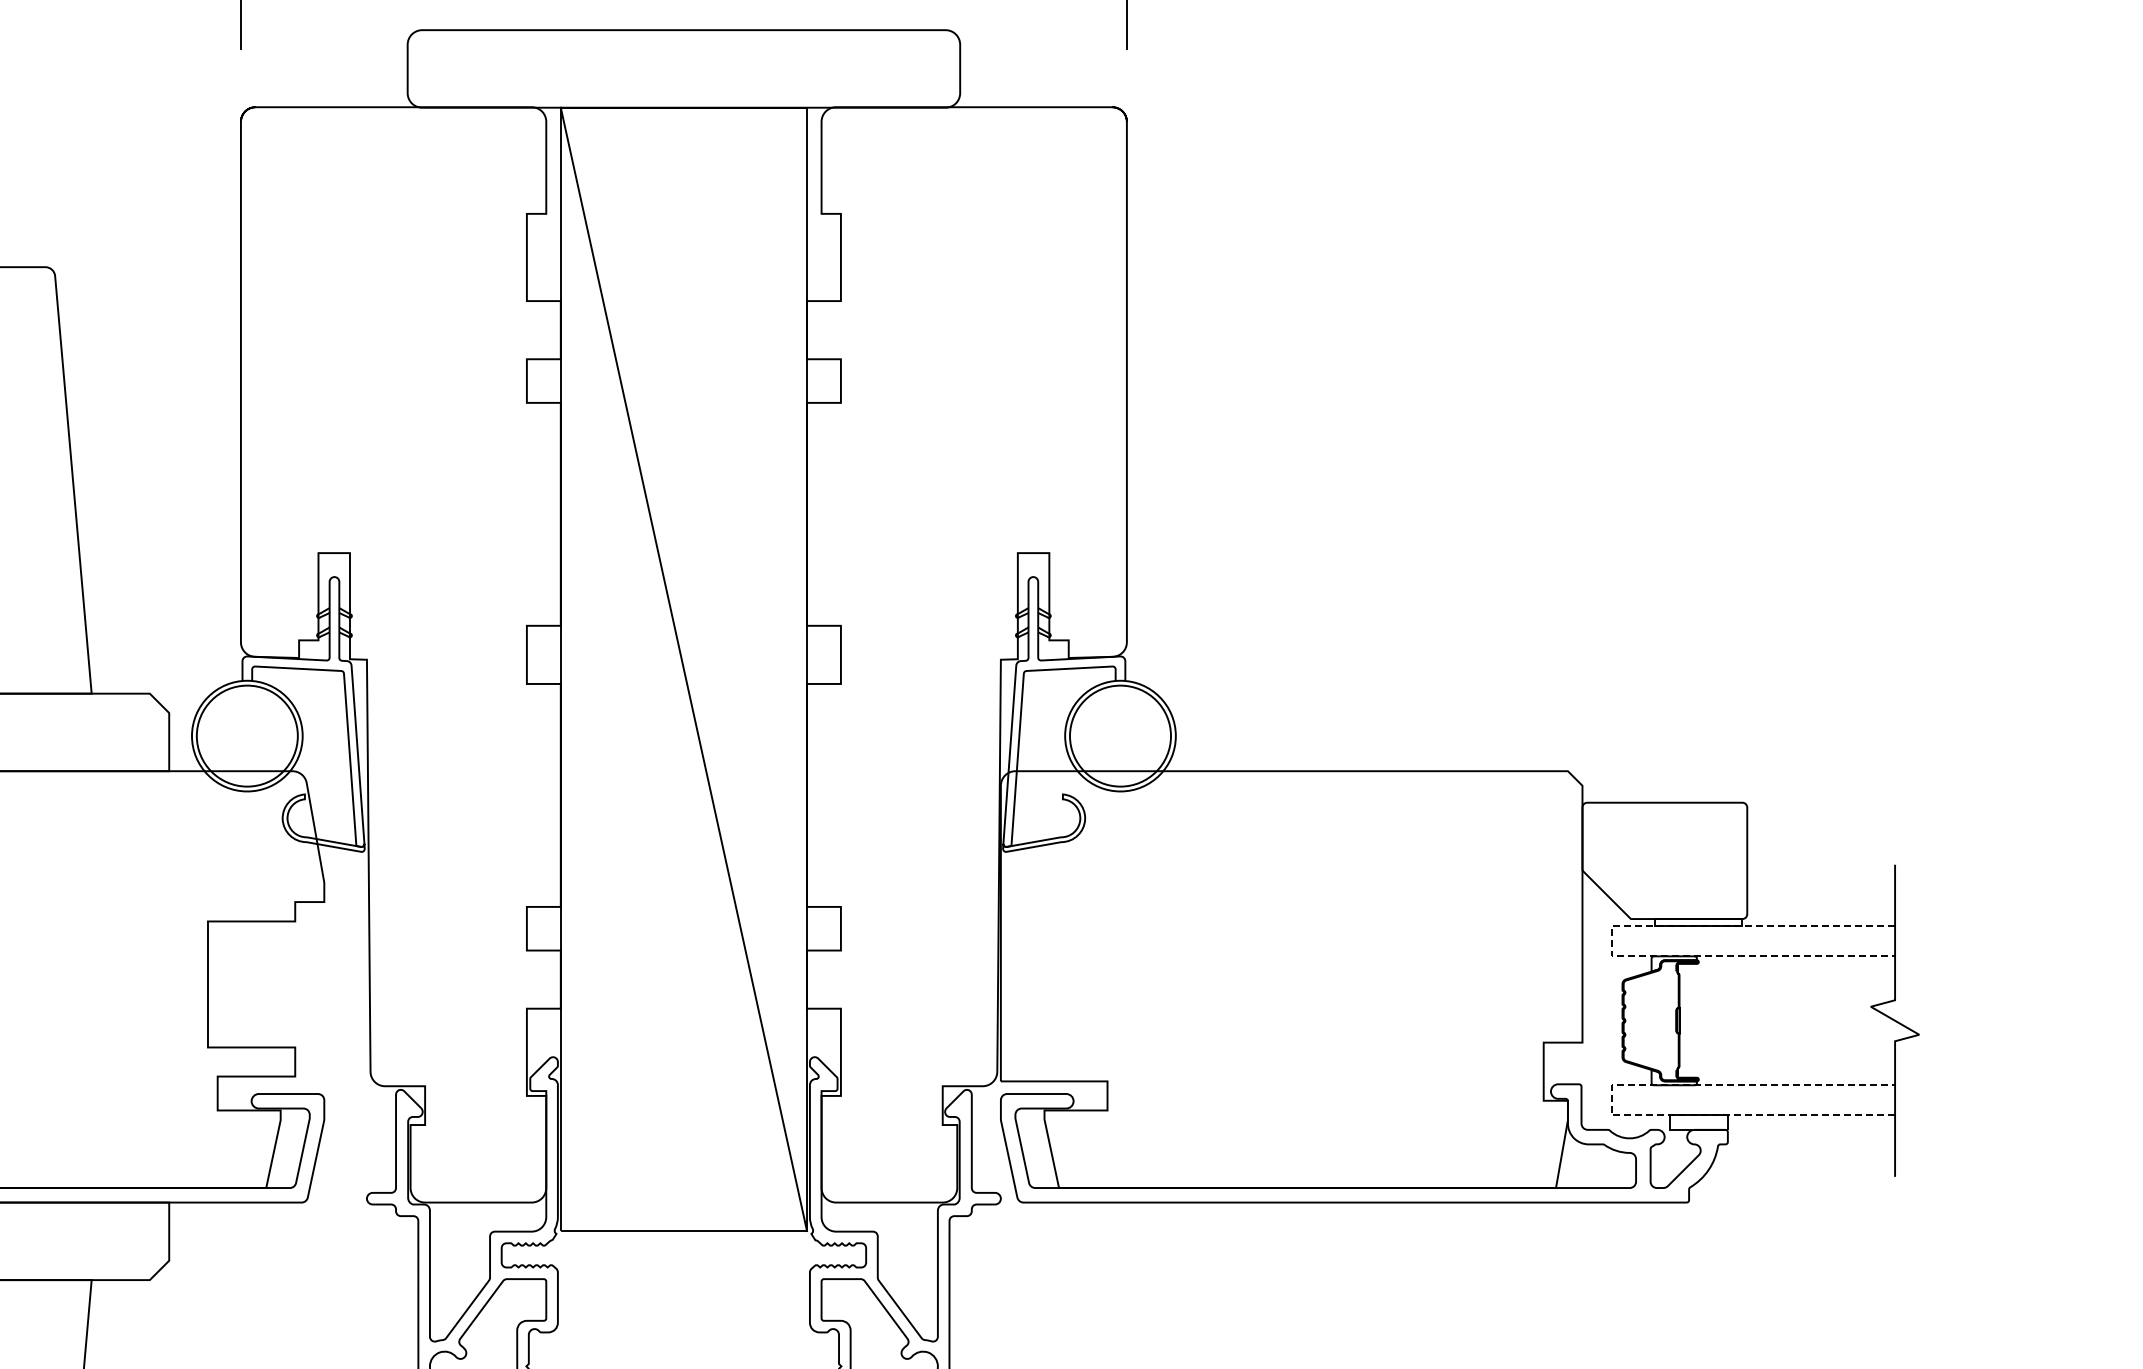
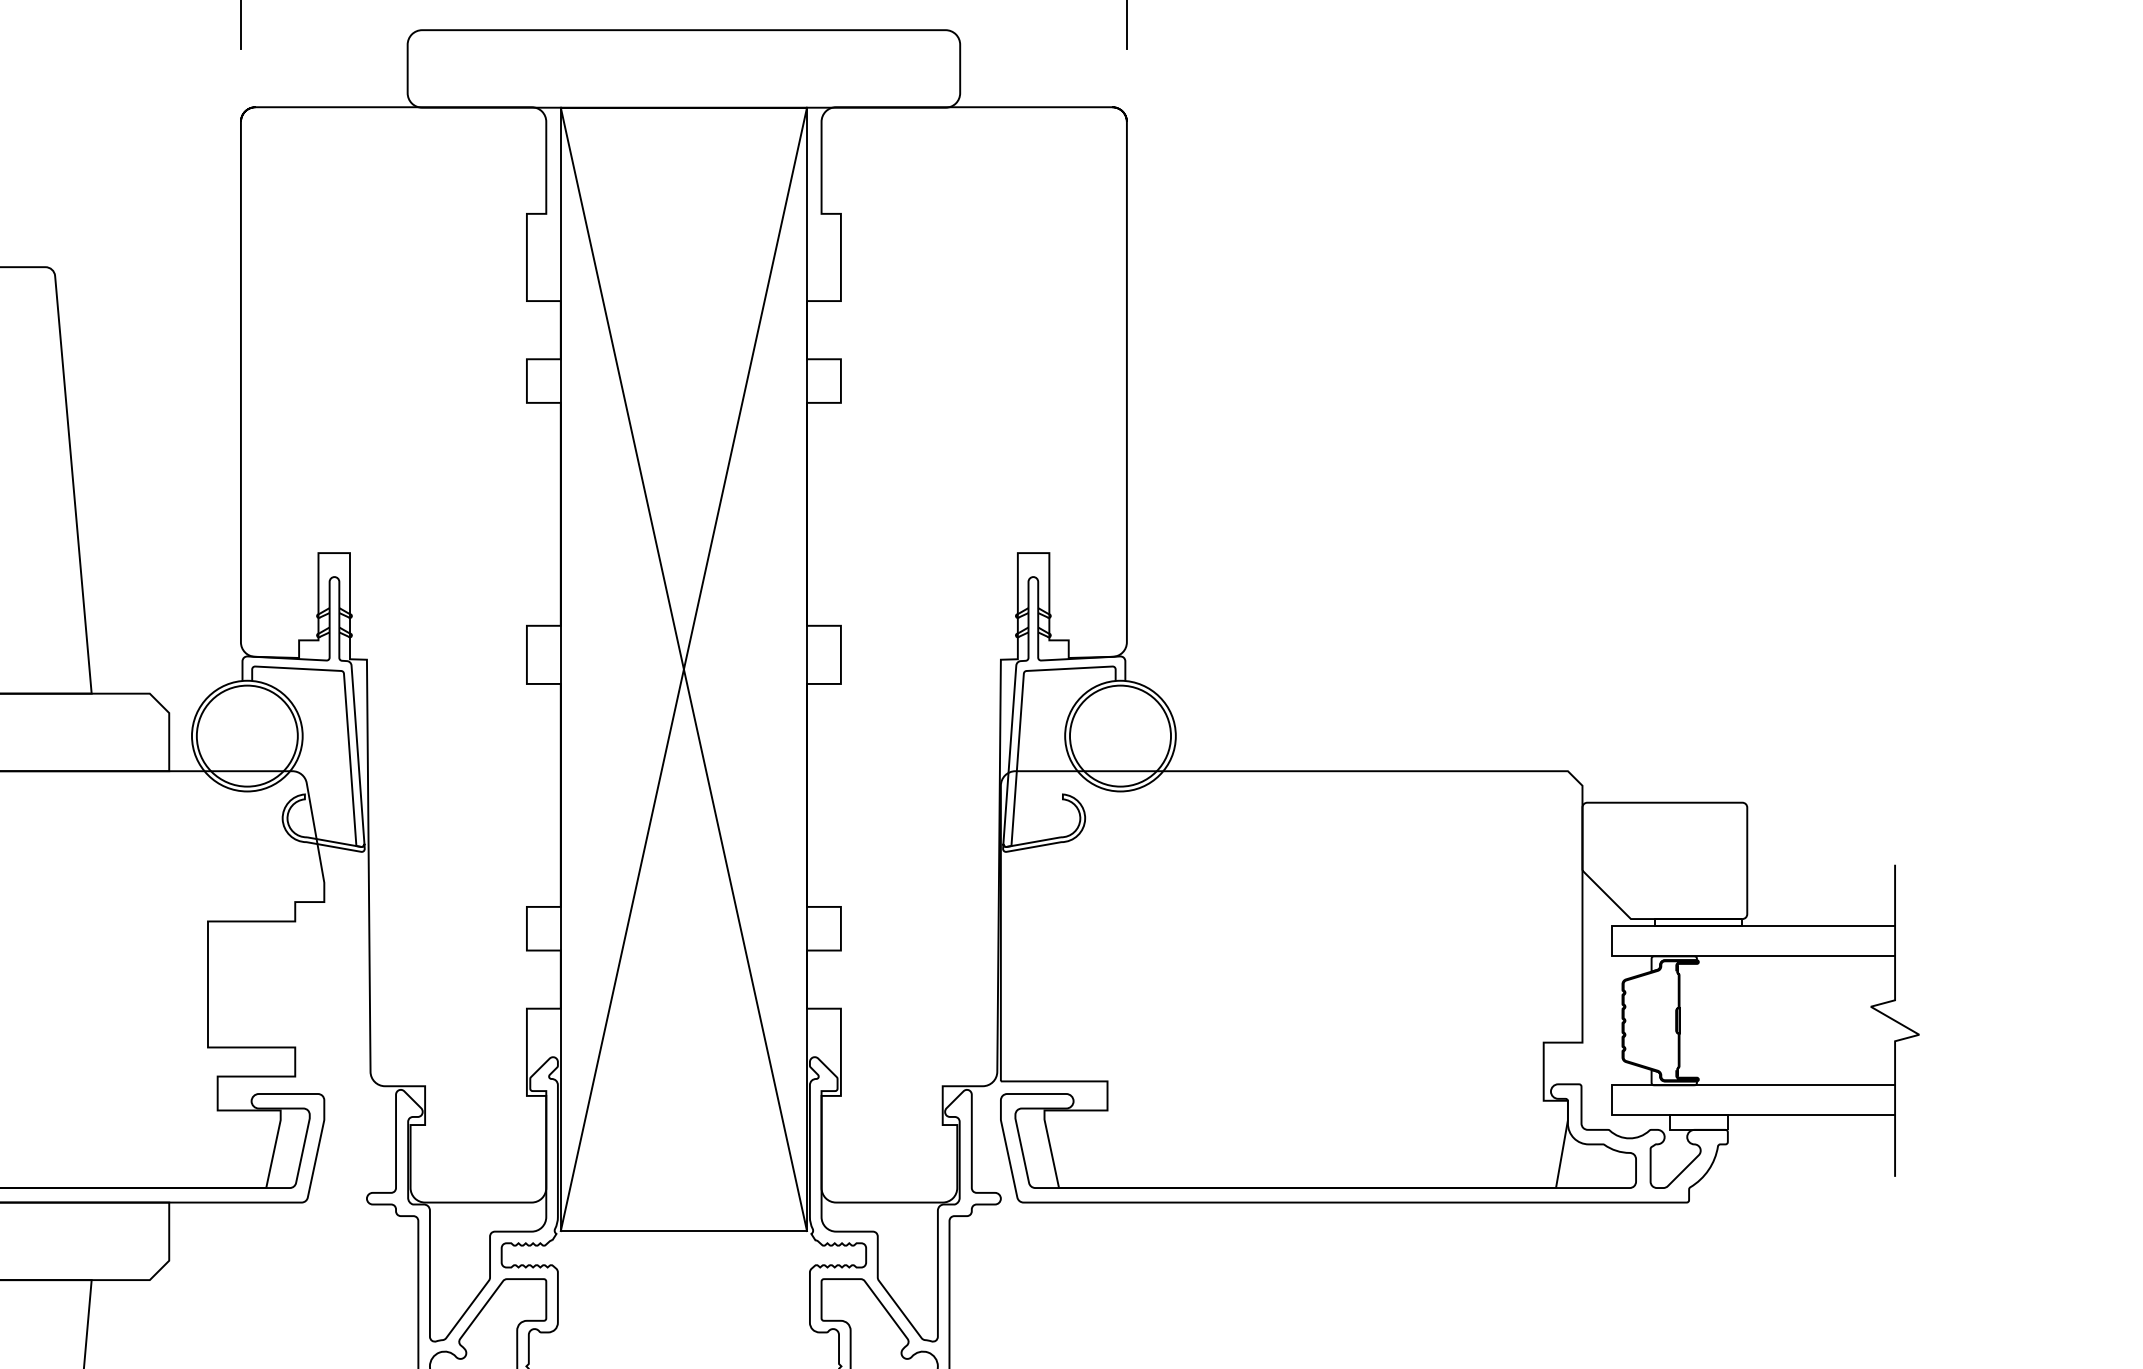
line at (683, 669): none -> present
line at (1611, 941): dashed -> solid
line at (1611, 1099): dashed -> solid
